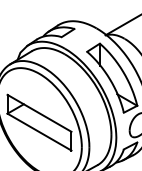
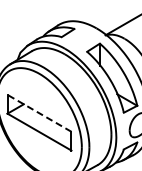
line at (39, 113): solid -> dashed
